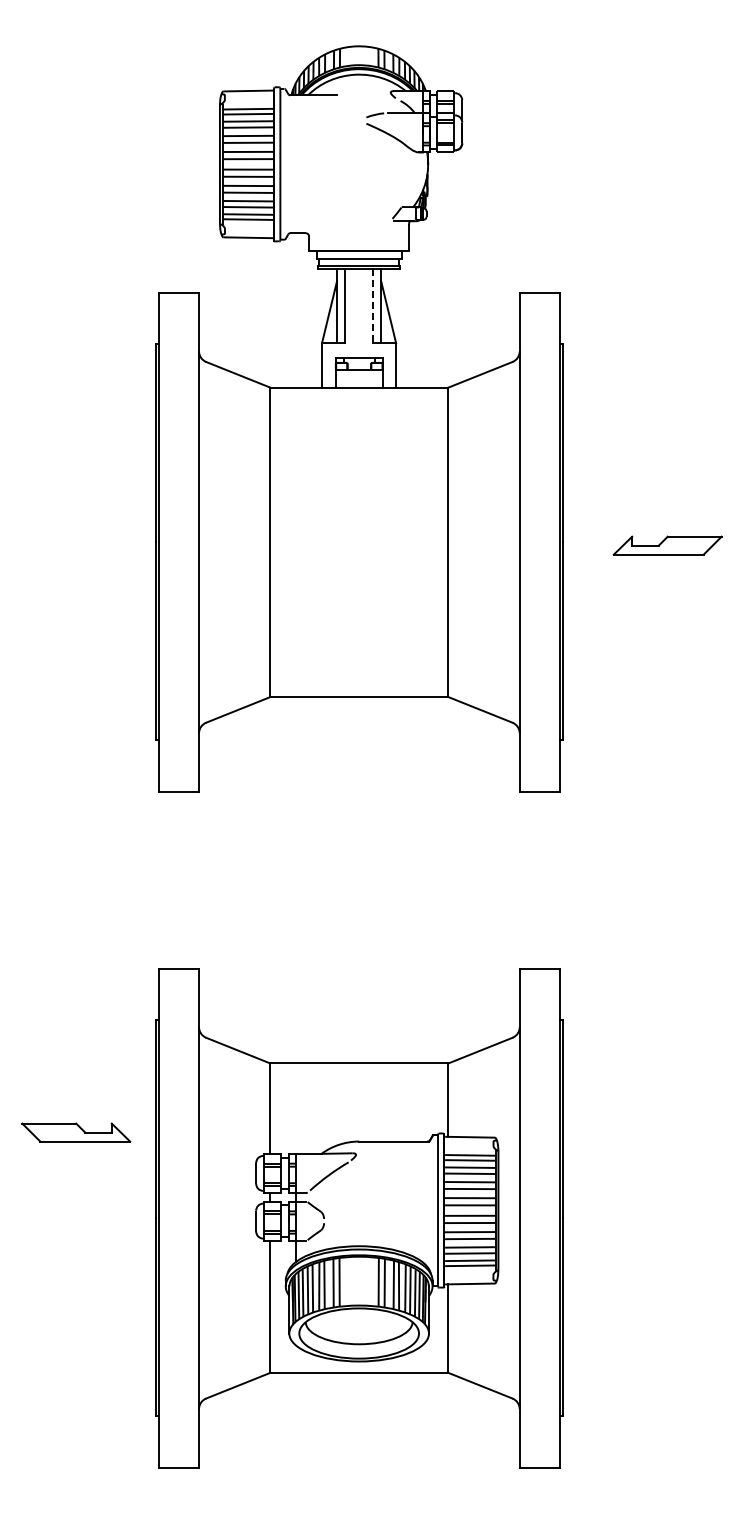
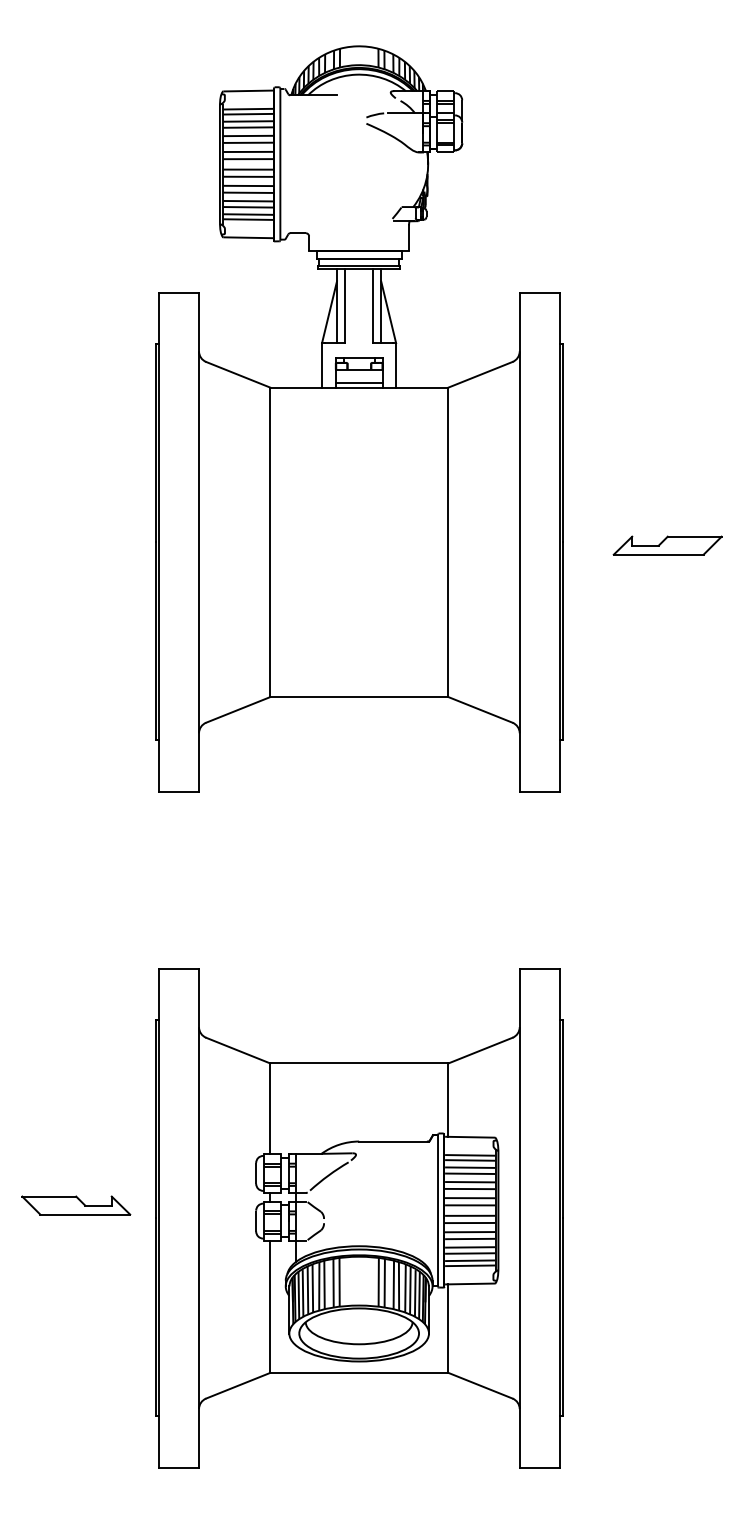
line at (373, 306): dashed -> solid
line at (358, 383): none -> present
part at (76, 1132) position: (76, 1132) -> (76, 1205)
